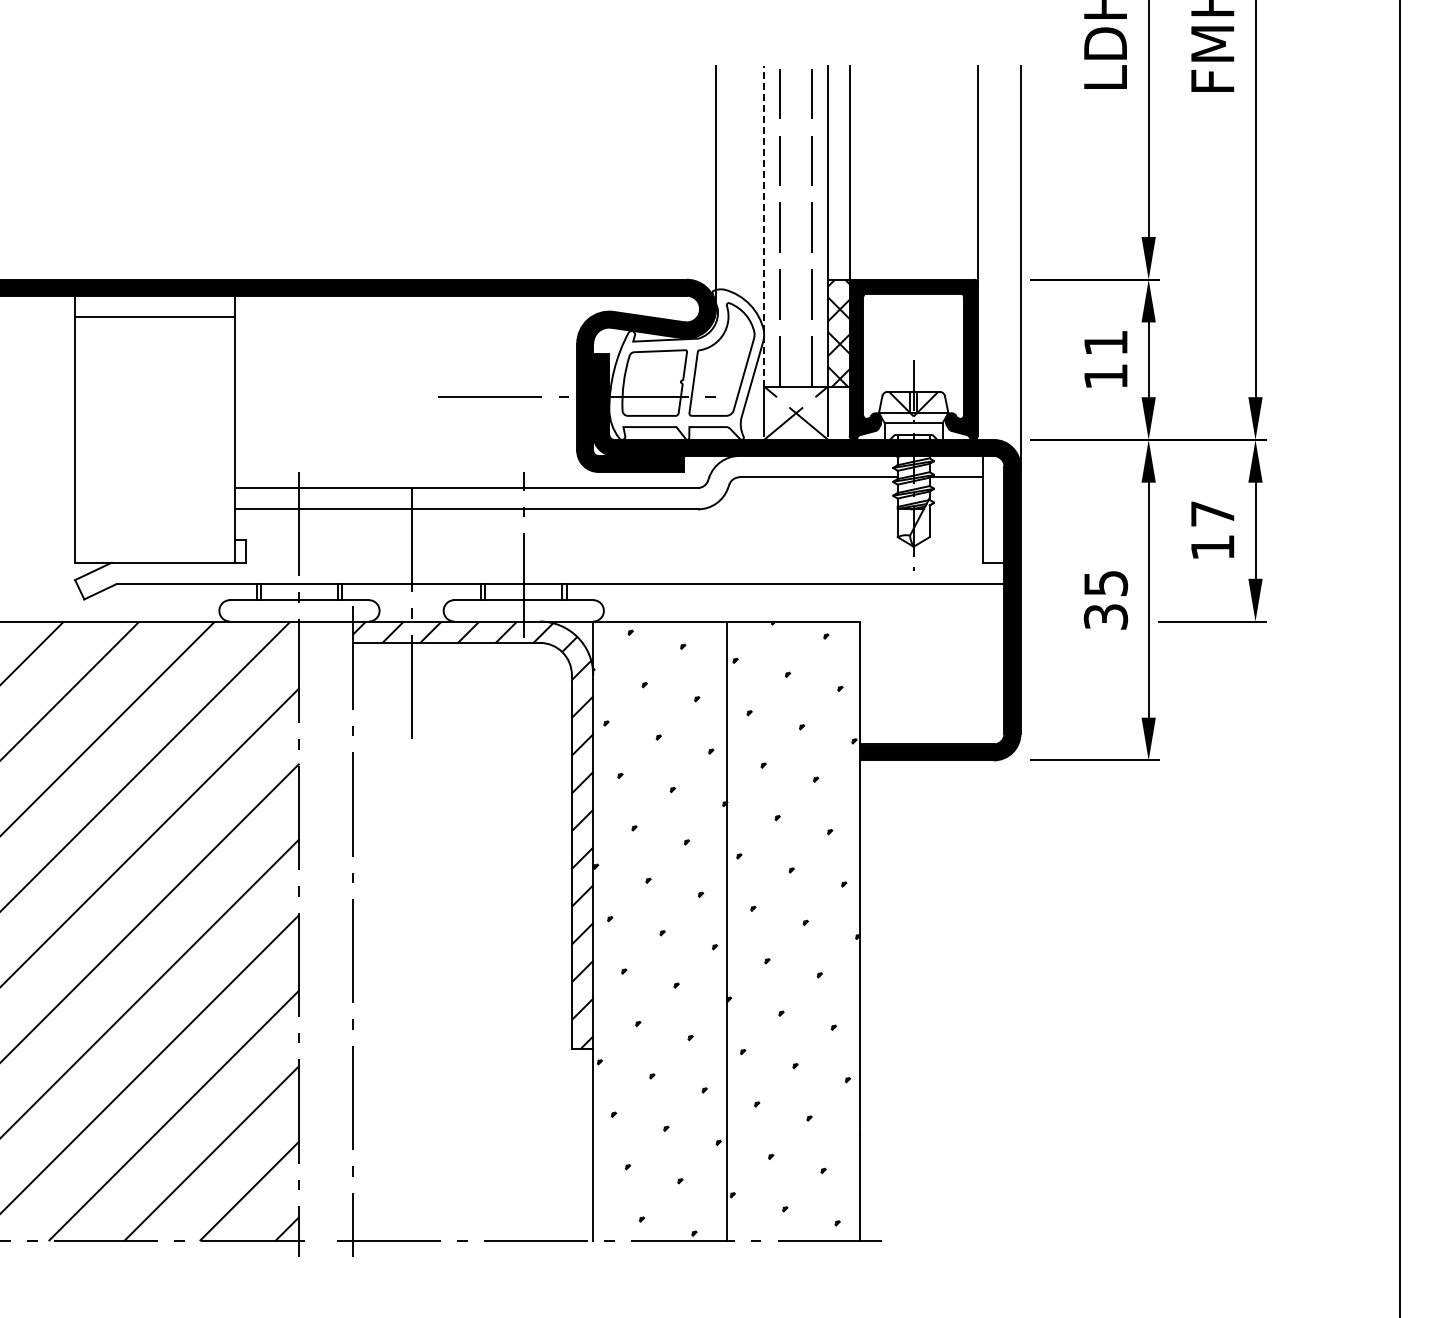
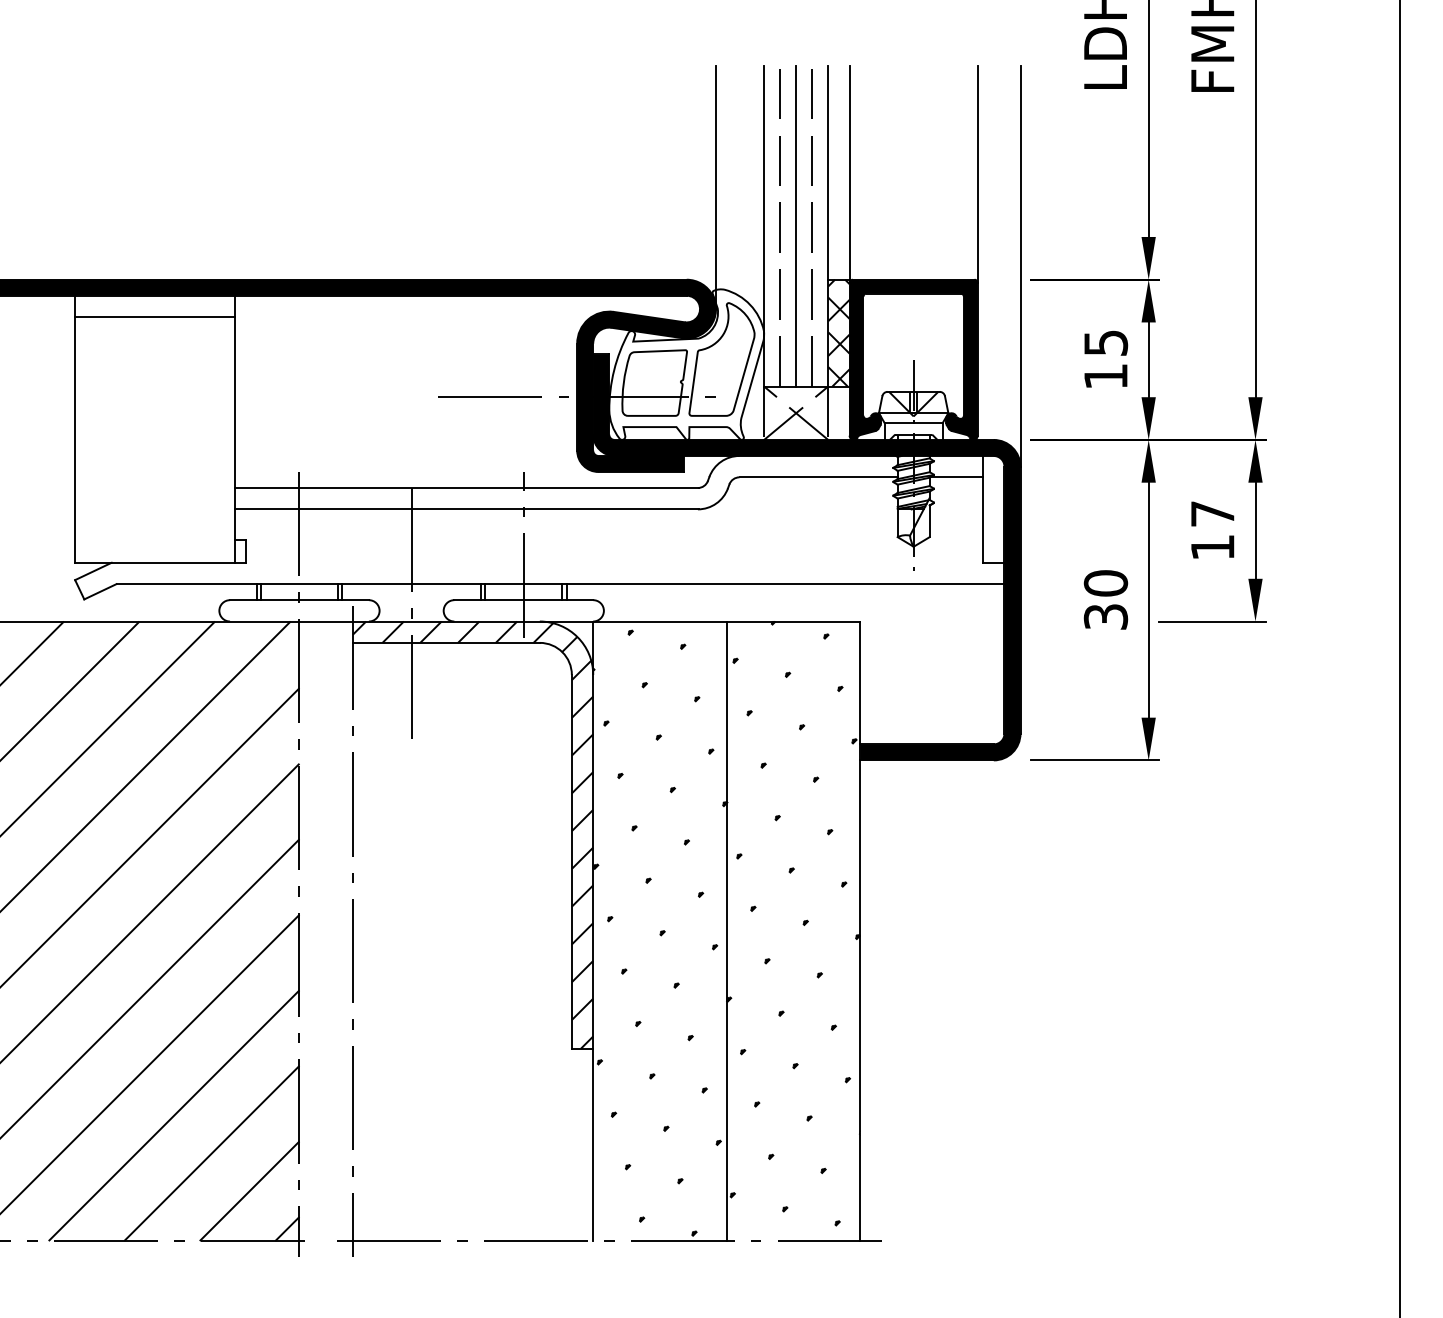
line at (764, 225): dashed -> solid
line at (796, 226): none -> present
text at (1106, 342): 11 -> 15
text at (1105, 583): 35 -> 30
